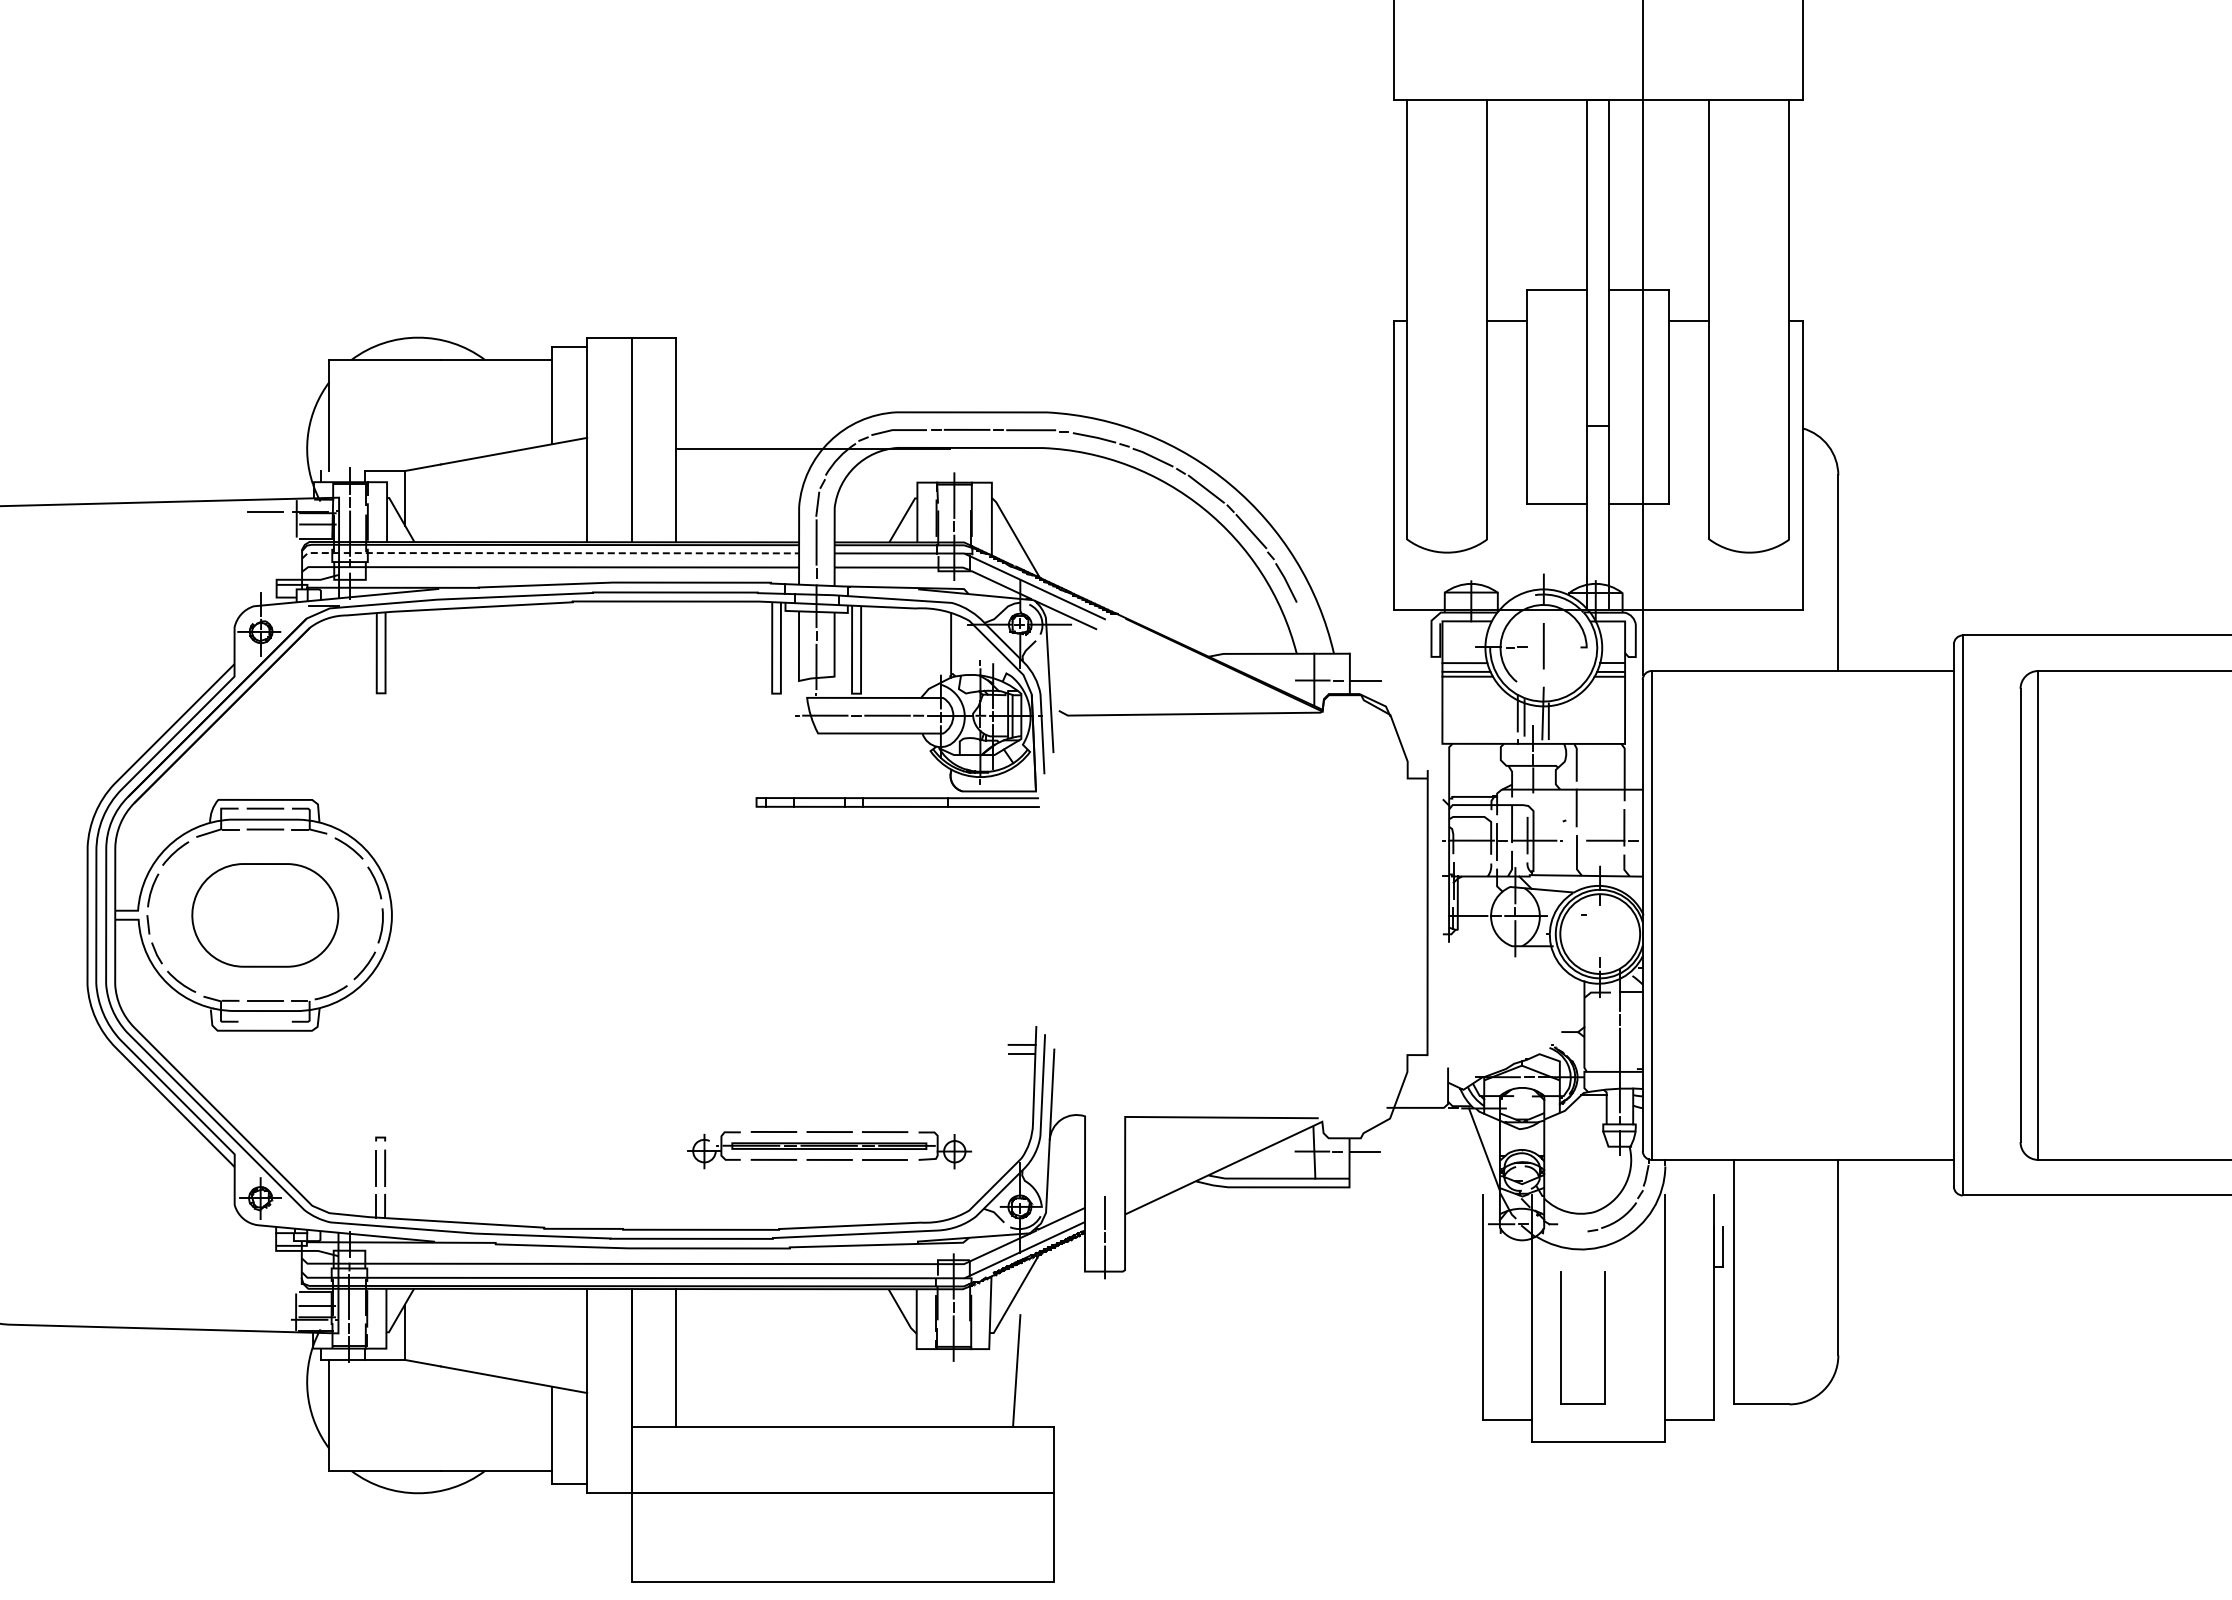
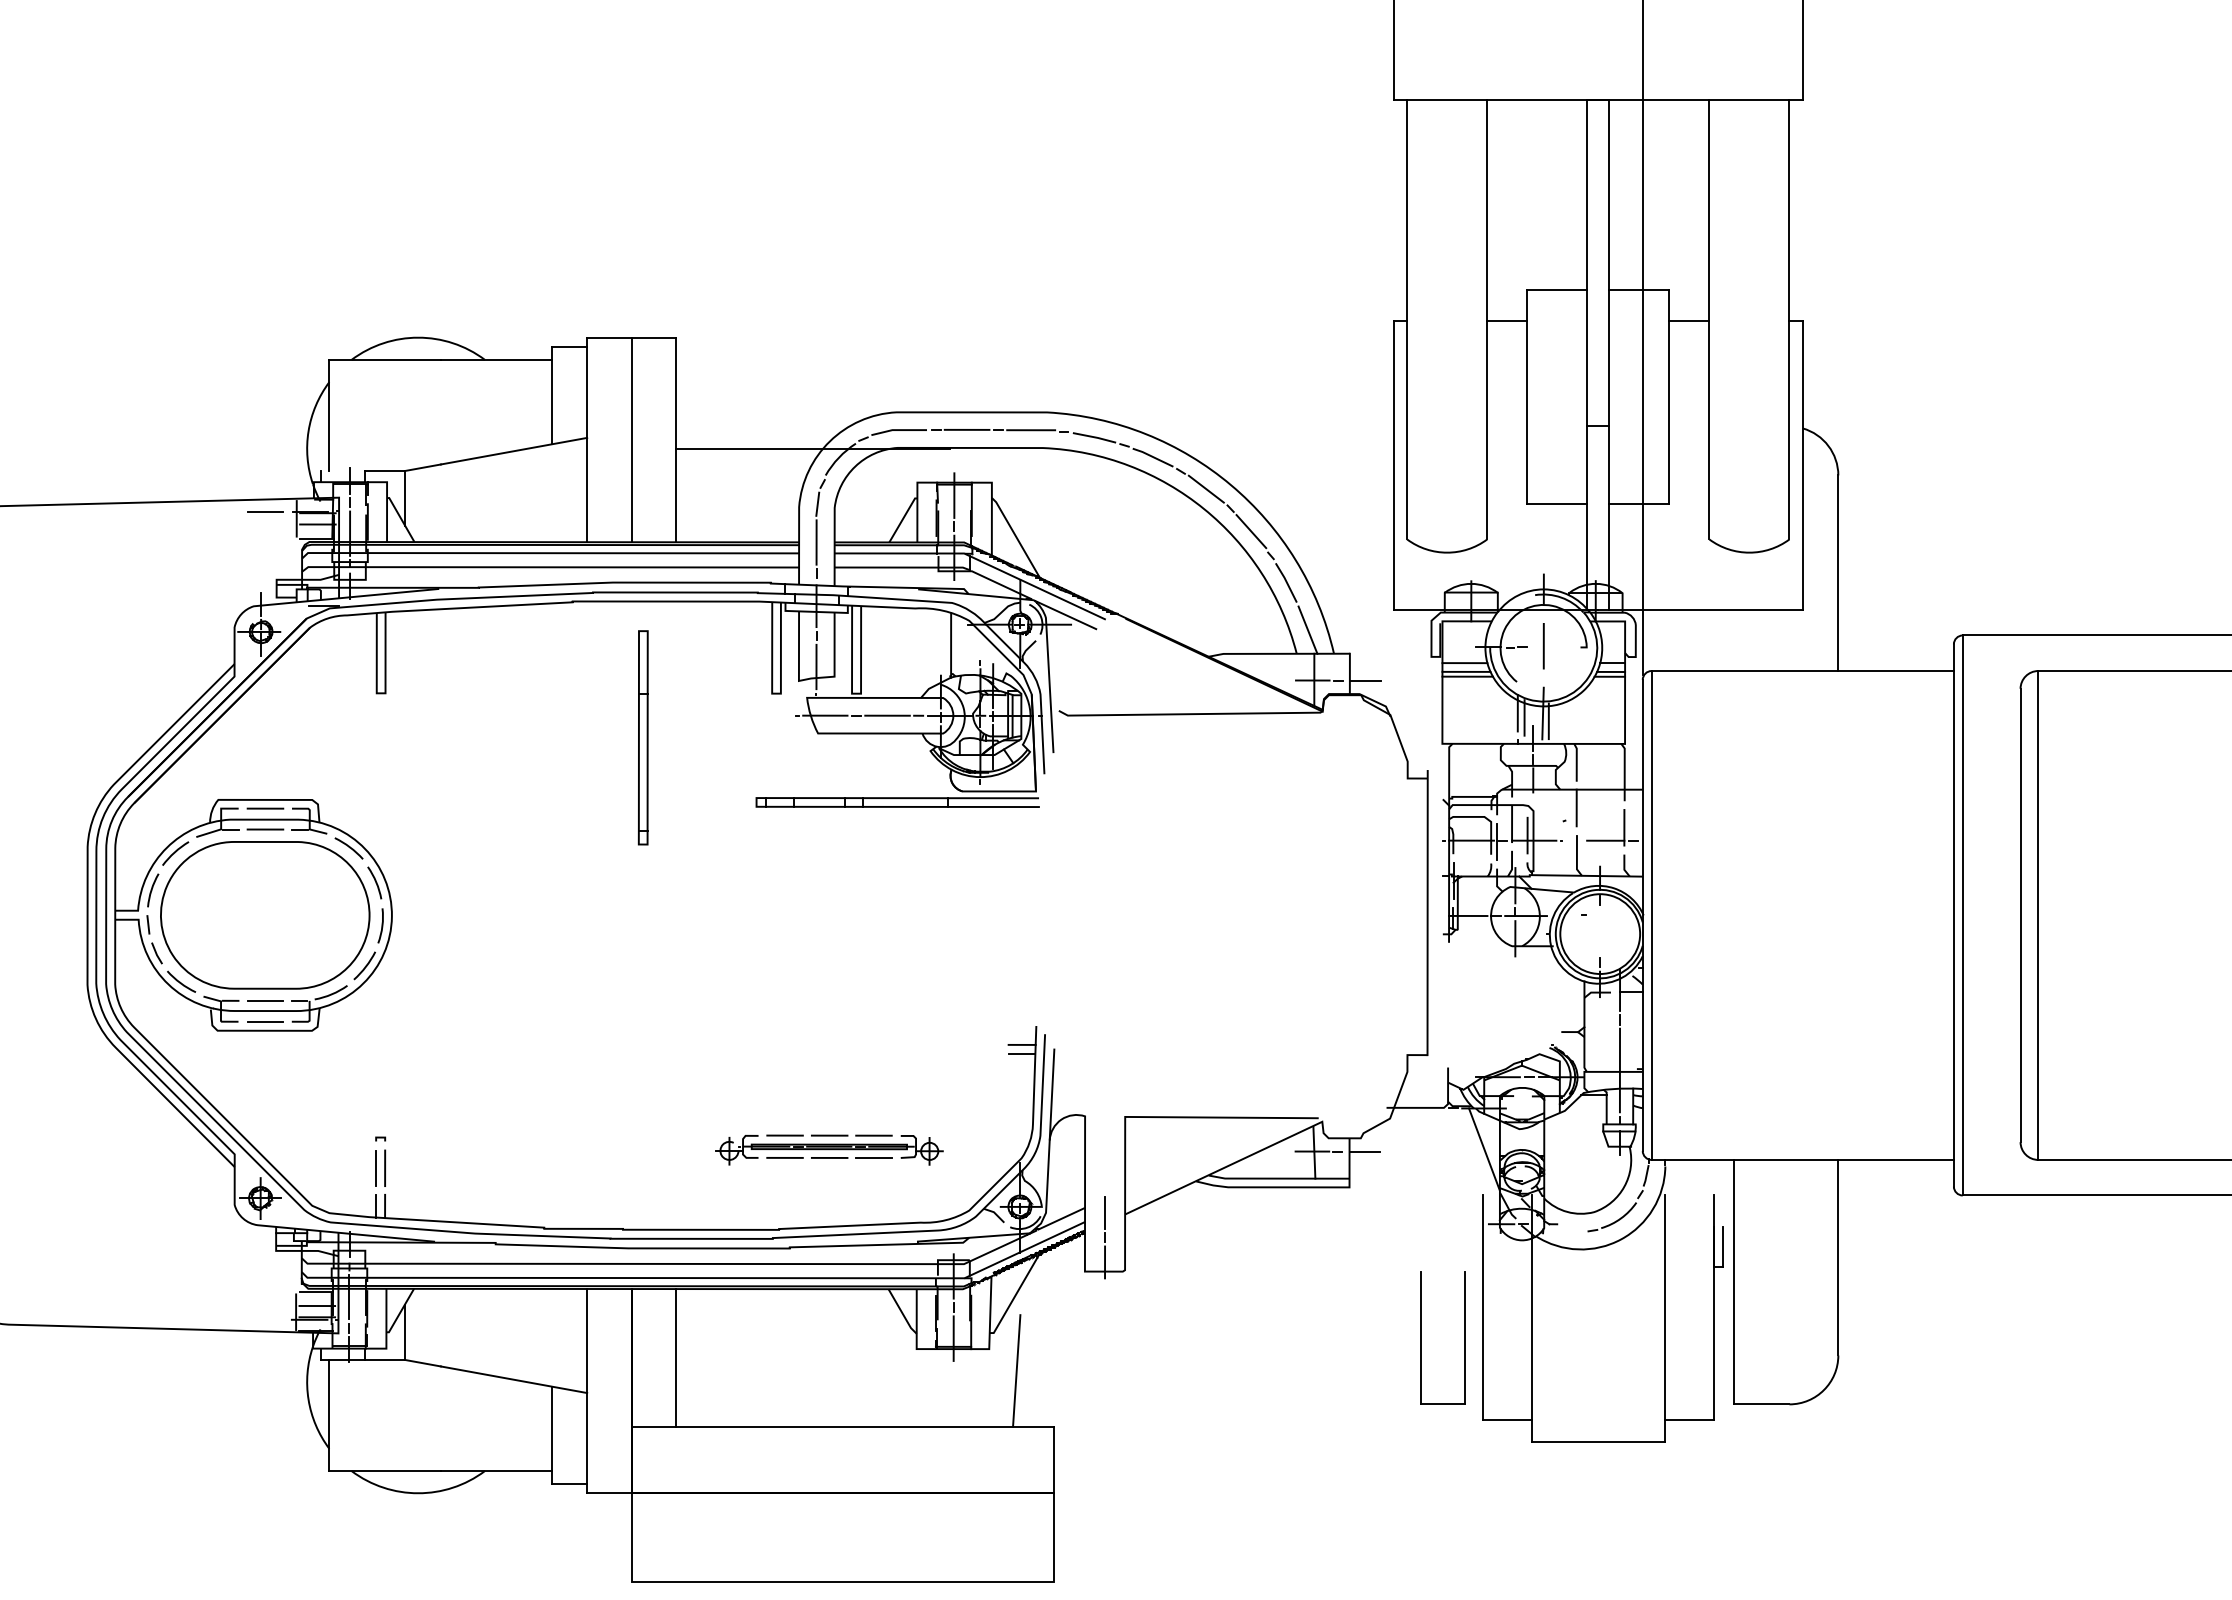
line at (548, 553): dashed -> solid
line at (1307, 629): none -> present
part at (642, 737): none -> present
part at (265, 915) size: 149x105 px -> 211x149 px
line at (265, 1021): none -> present
part at (829, 1150) size: 286x39 px -> 229x32 px
part at (1561, 1337) position: (1561, 1337) -> (1421, 1337)
